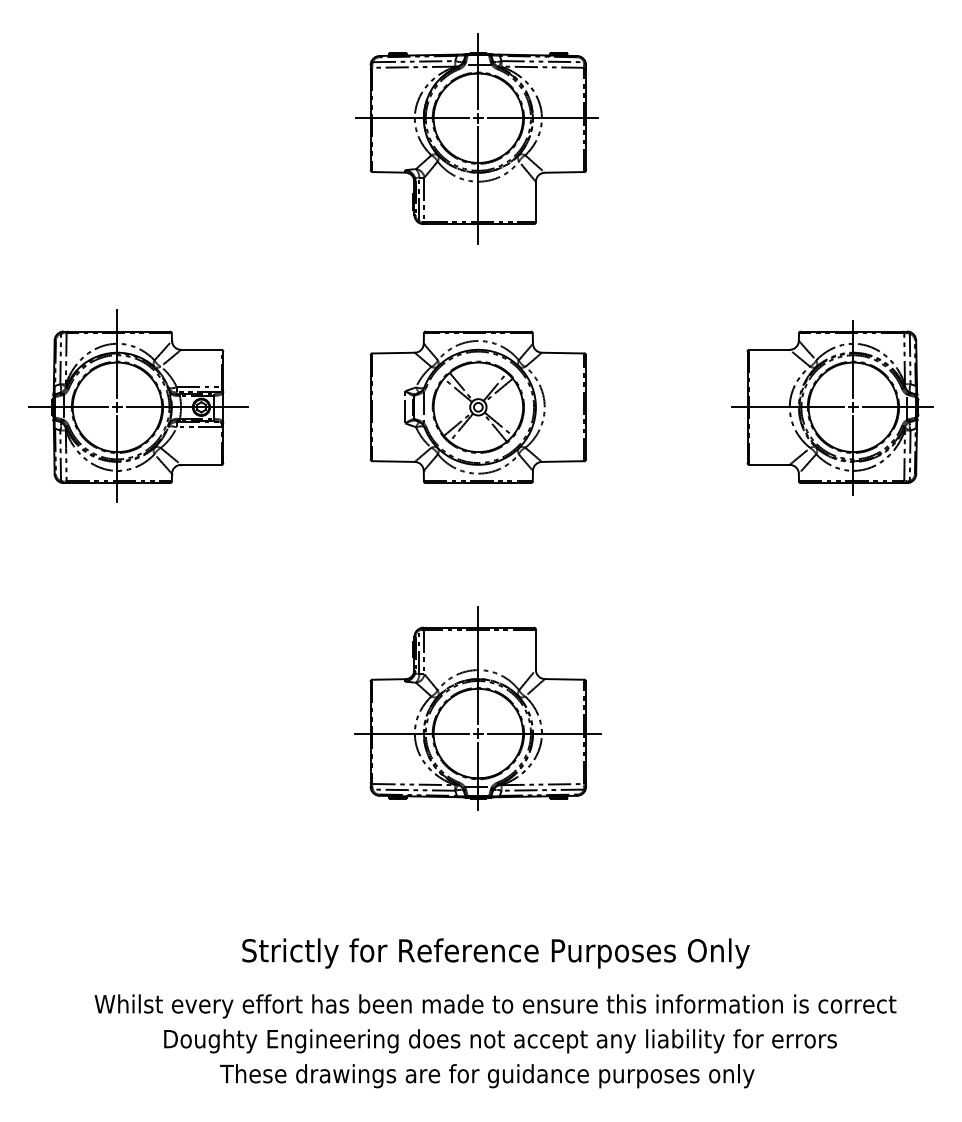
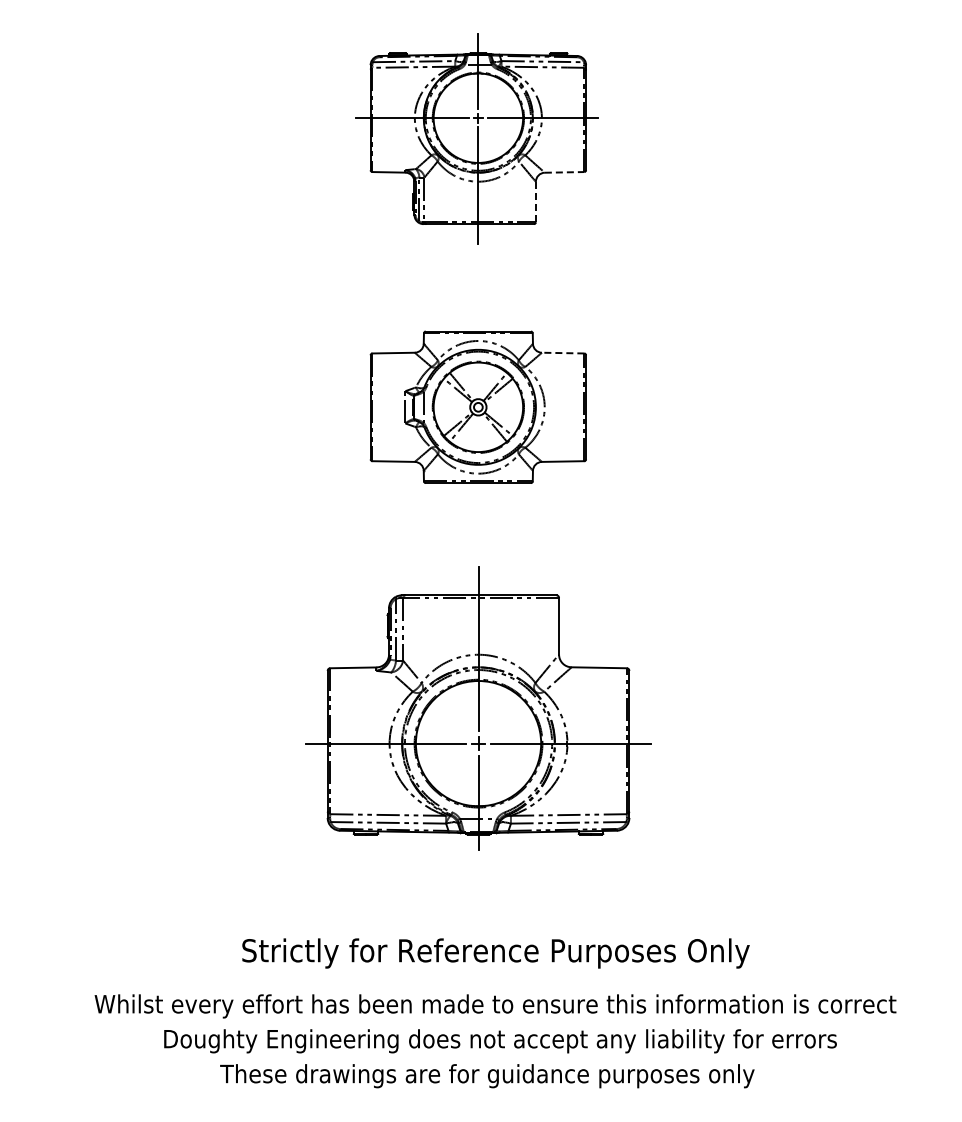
line at (564, 172): solid -> dashed
line at (535, 201): solid -> dashed
line at (562, 353): solid -> dashed
part at (138, 405): present -> none
part at (832, 407): present -> none
part at (477, 708) size: 248x205 px -> 347x285 px
